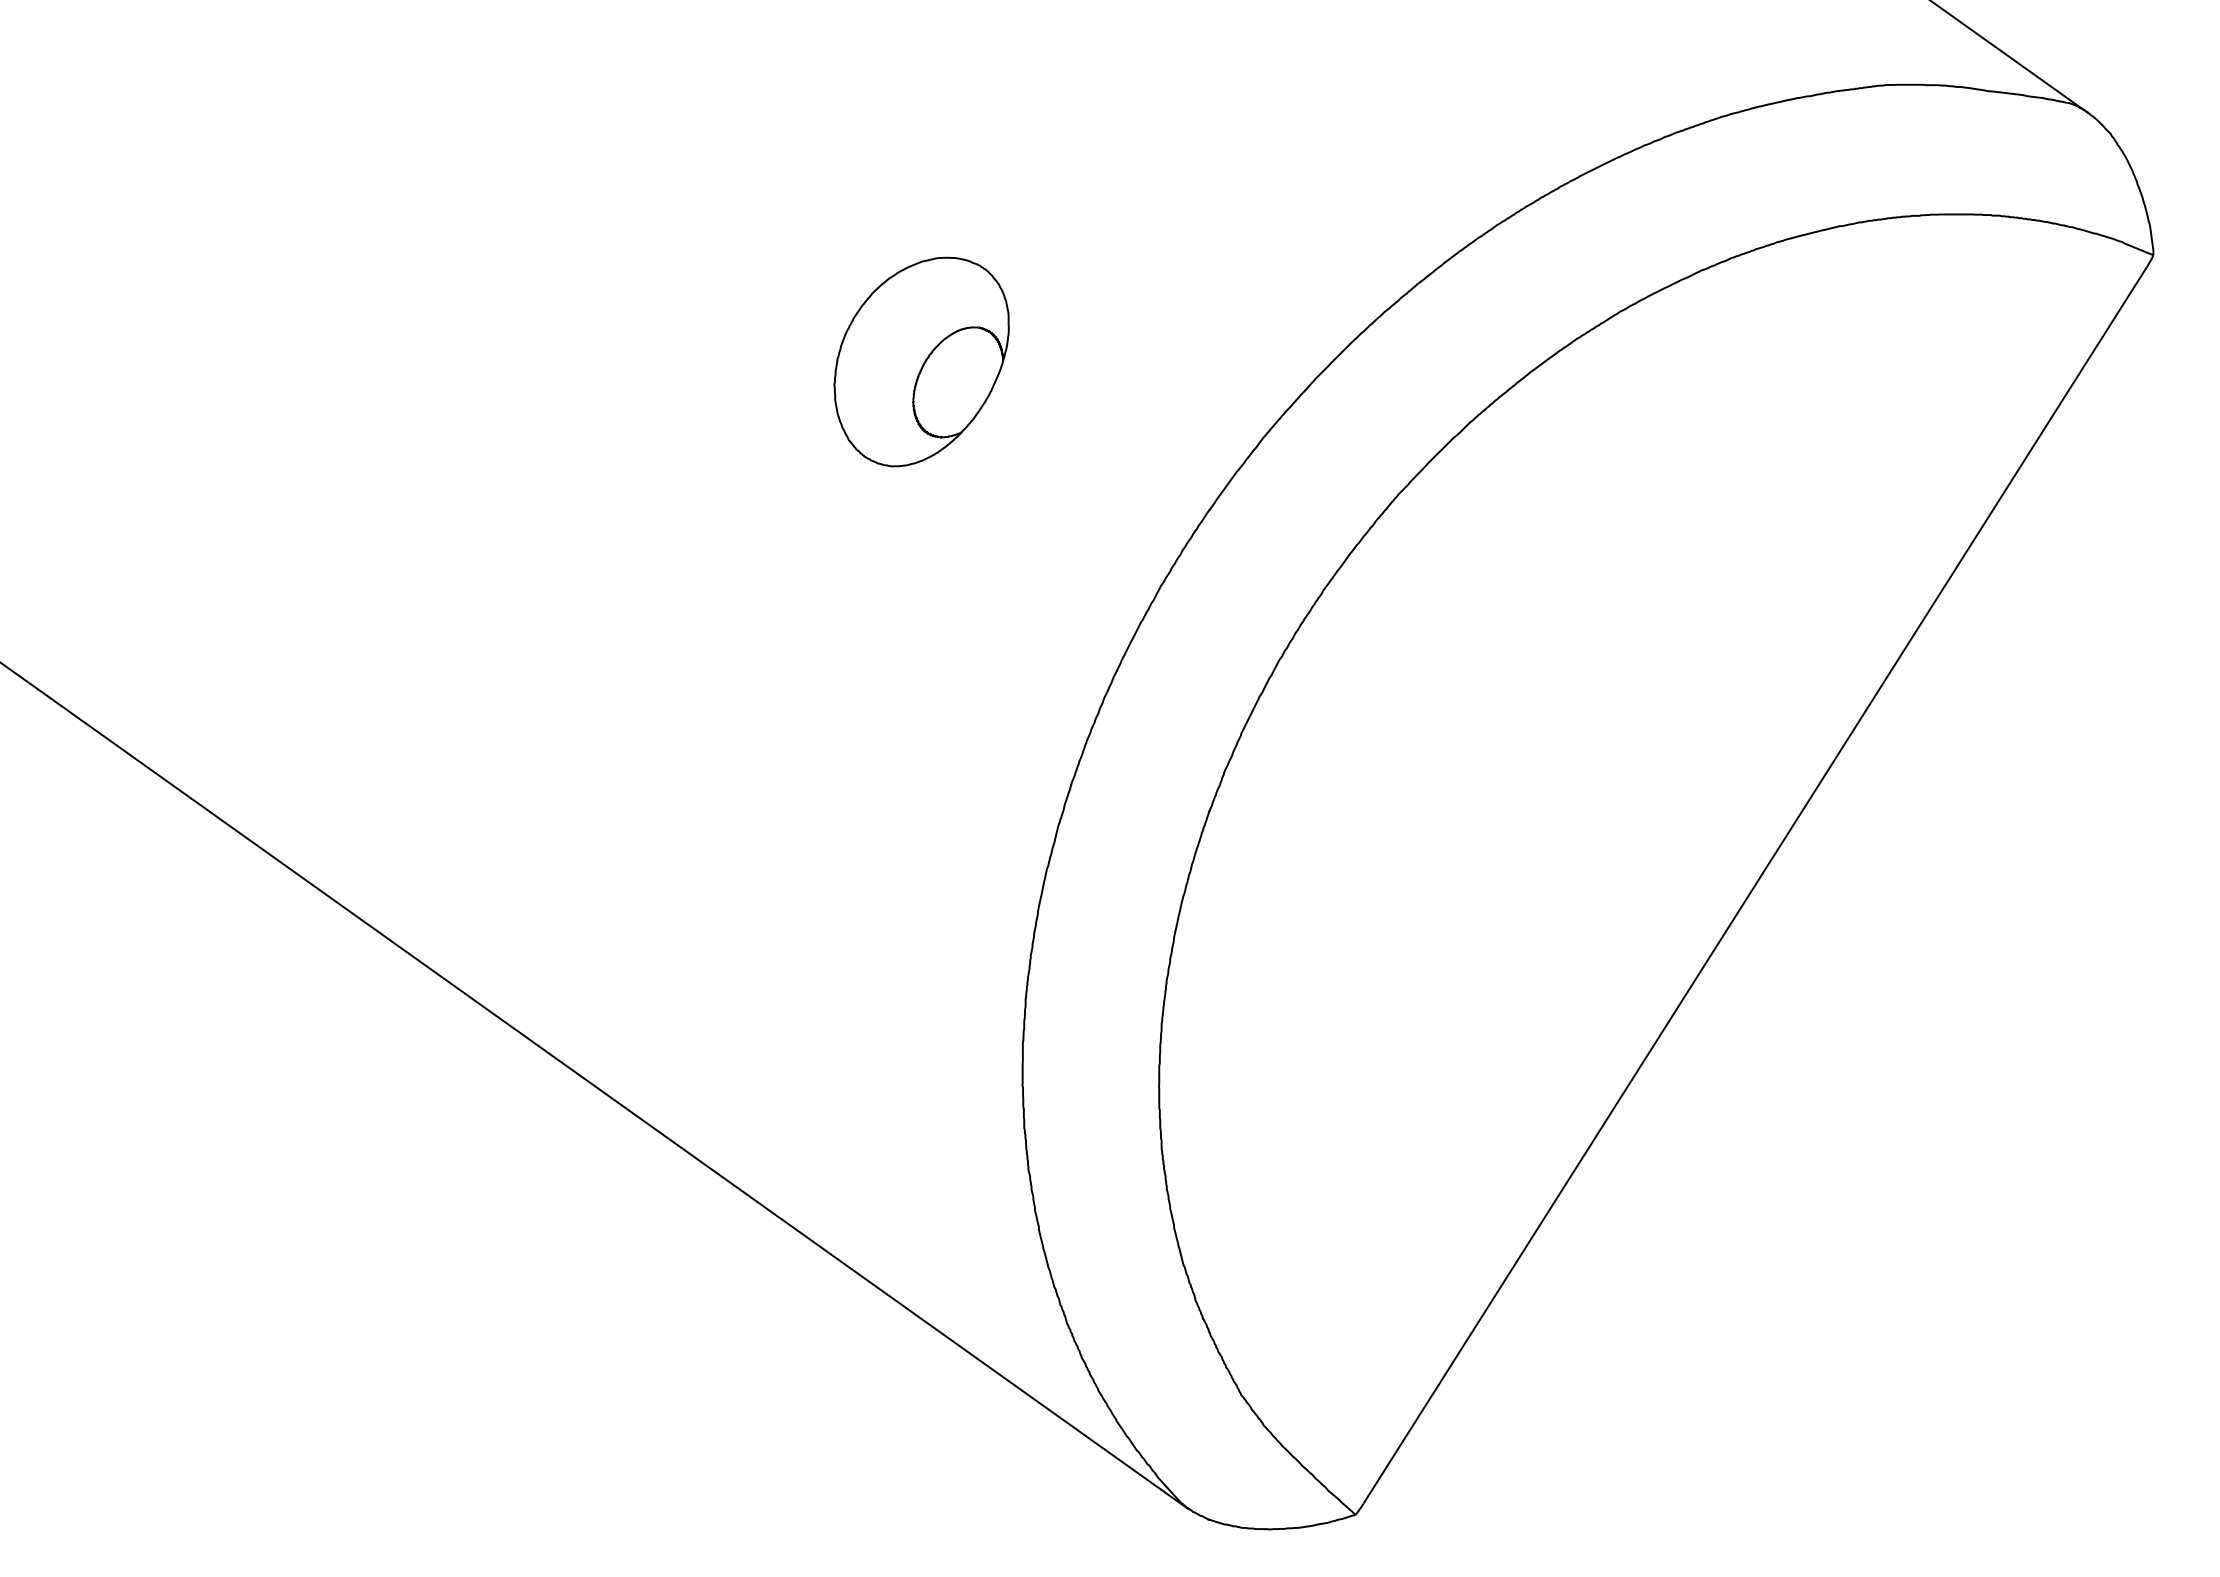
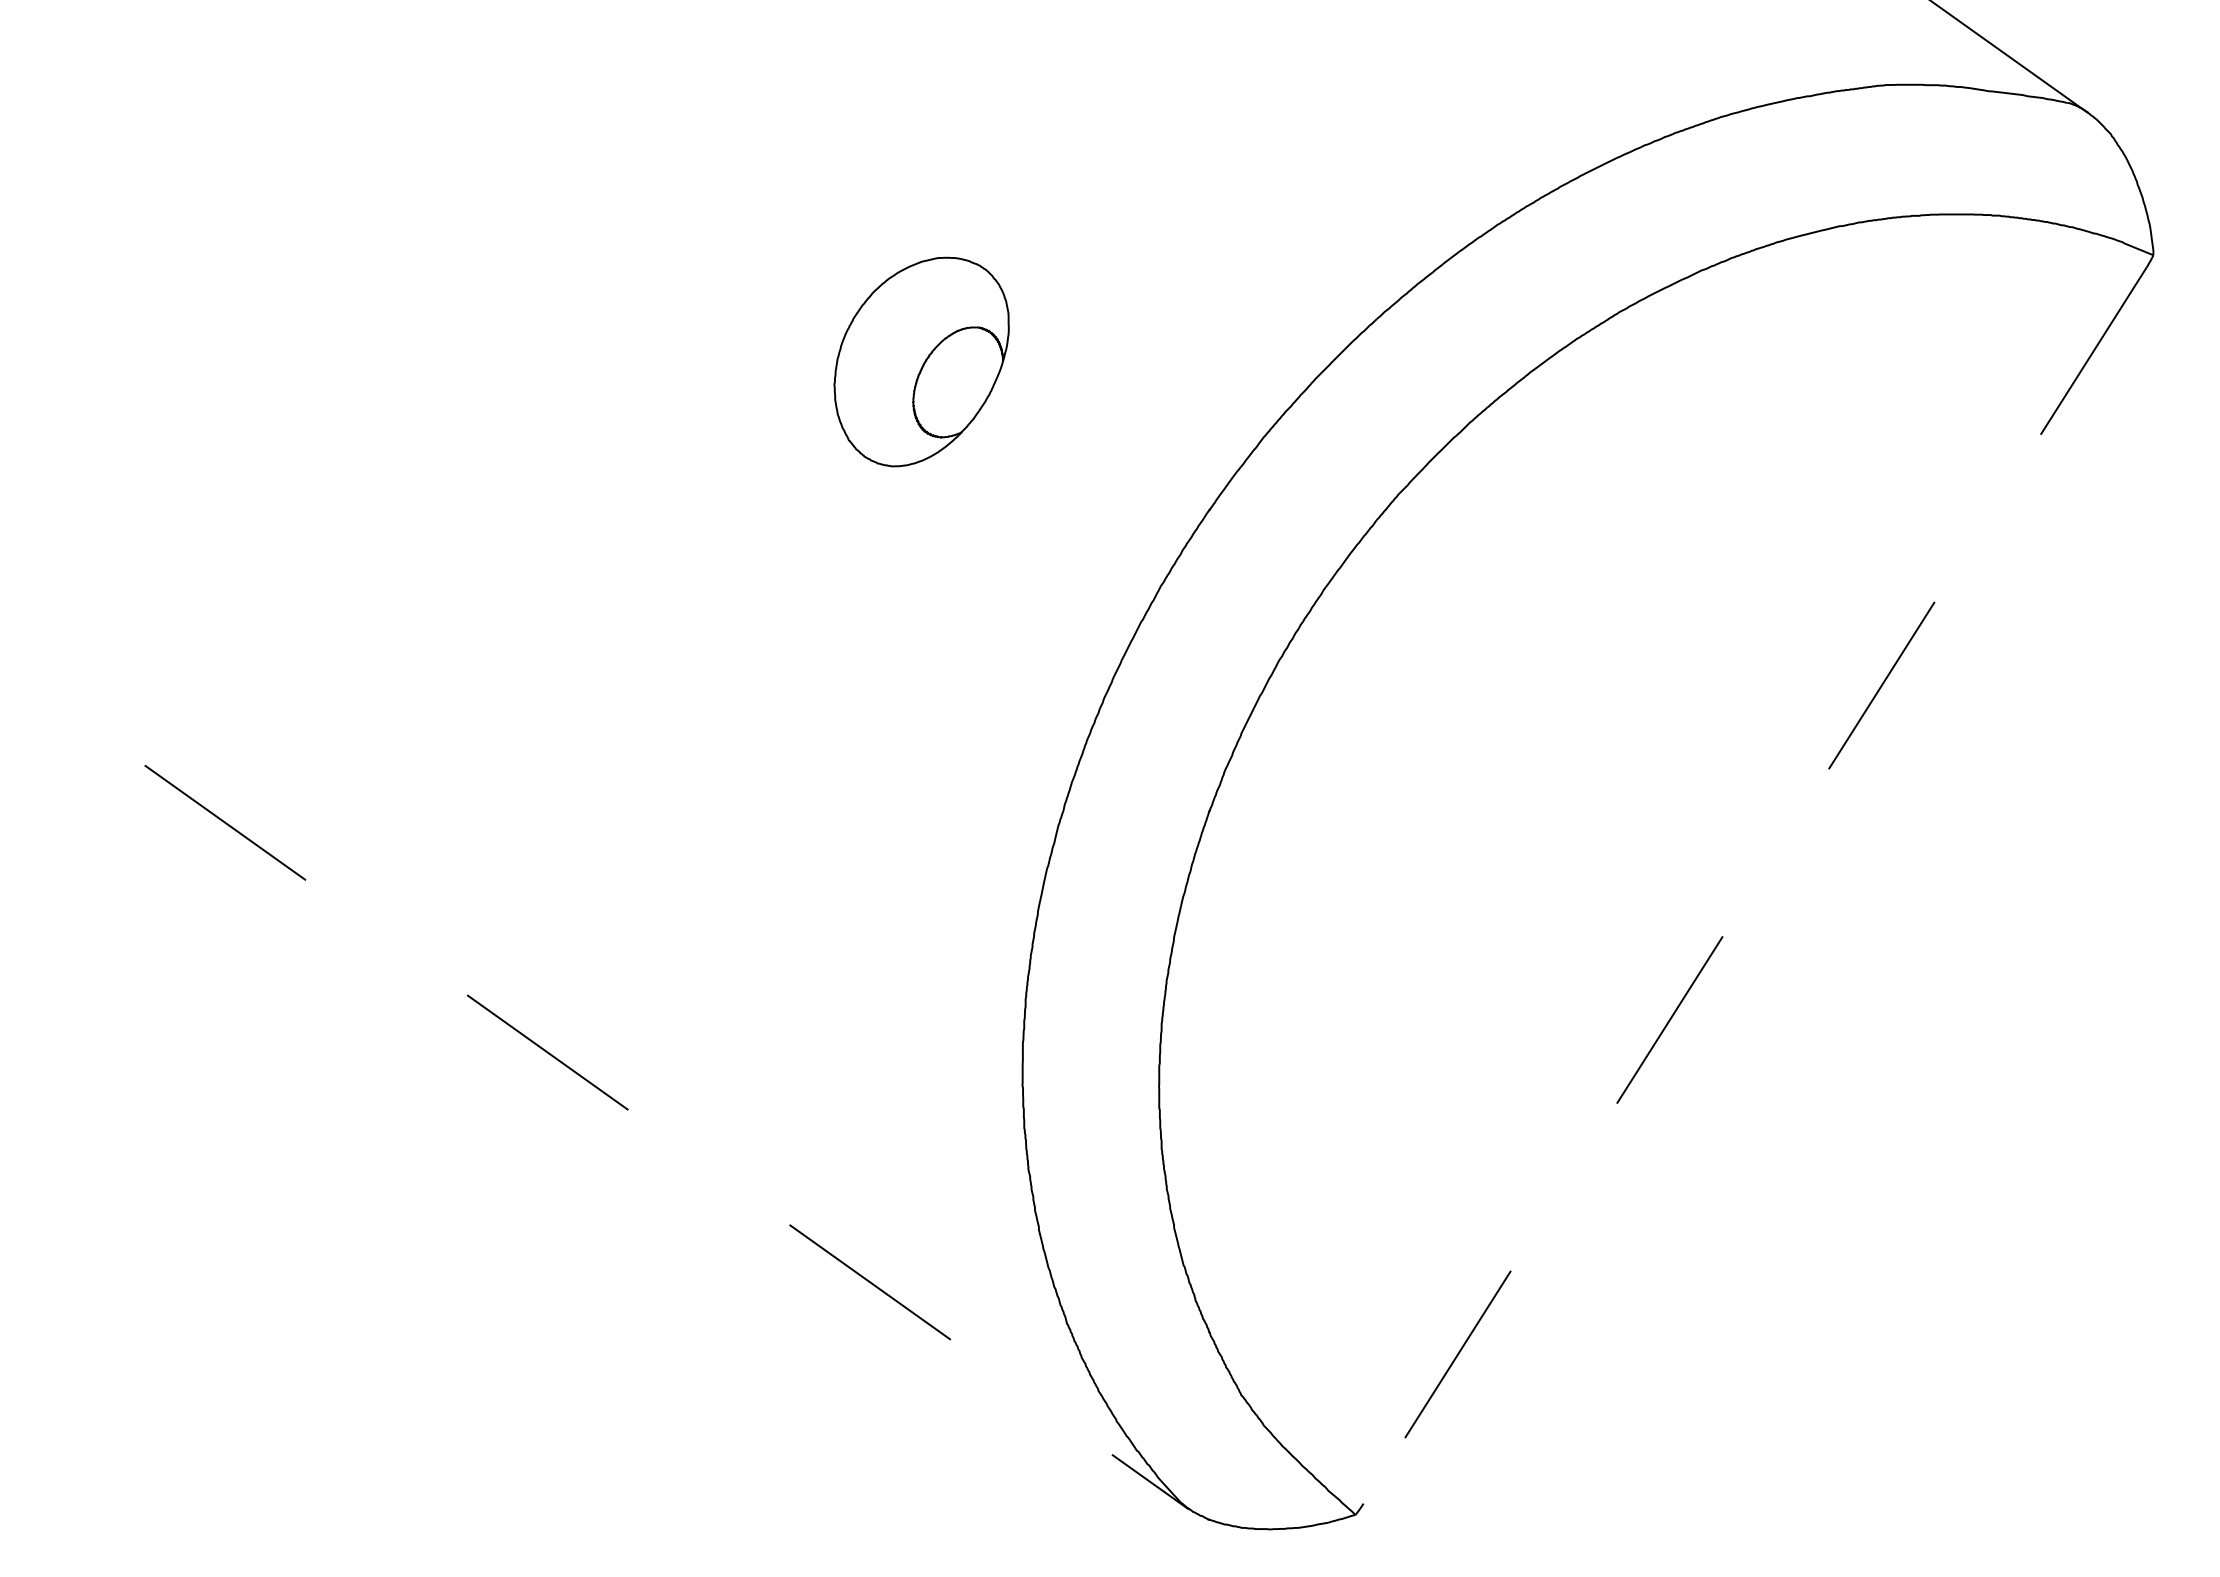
line at (1755, 885): solid -> dashed
line at (594, 1085): solid -> dashed
